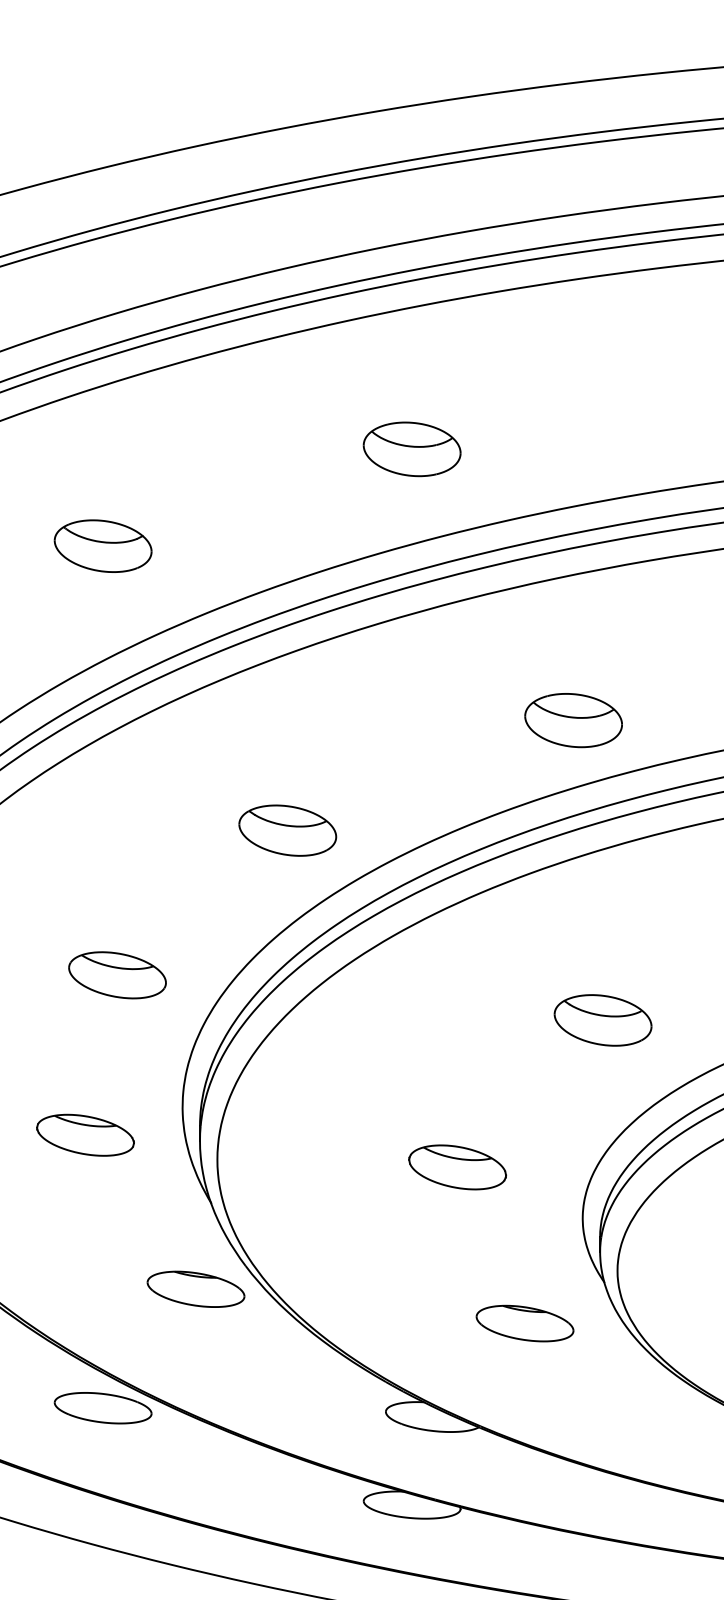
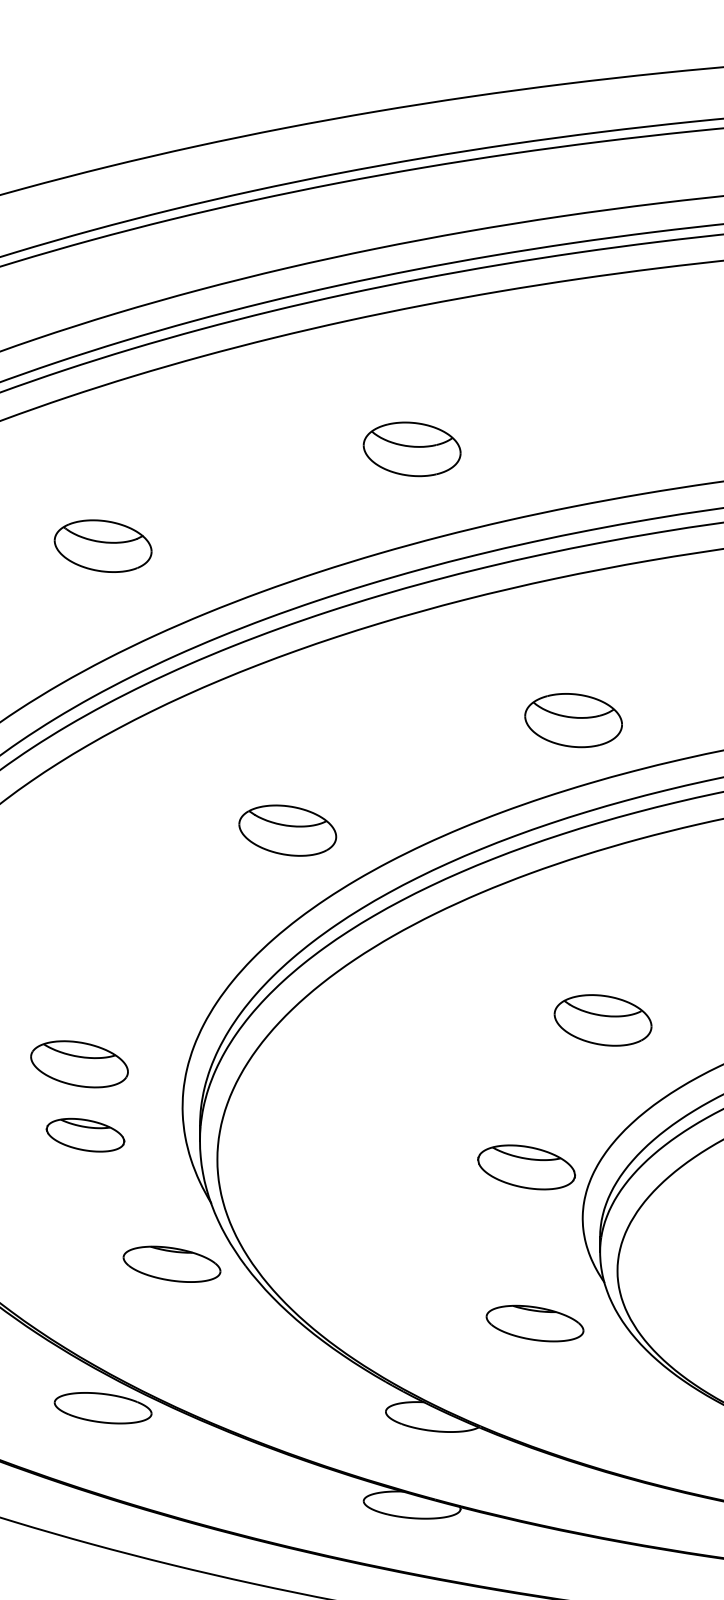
part at (117, 975) position: (117, 975) -> (79, 1064)
part at (85, 1134) size: 99x44 px -> 81x36 px
part at (457, 1167) position: (457, 1167) -> (526, 1167)
part at (195, 1288) position: (195, 1288) -> (171, 1263)
part at (524, 1323) position: (524, 1323) -> (534, 1323)
